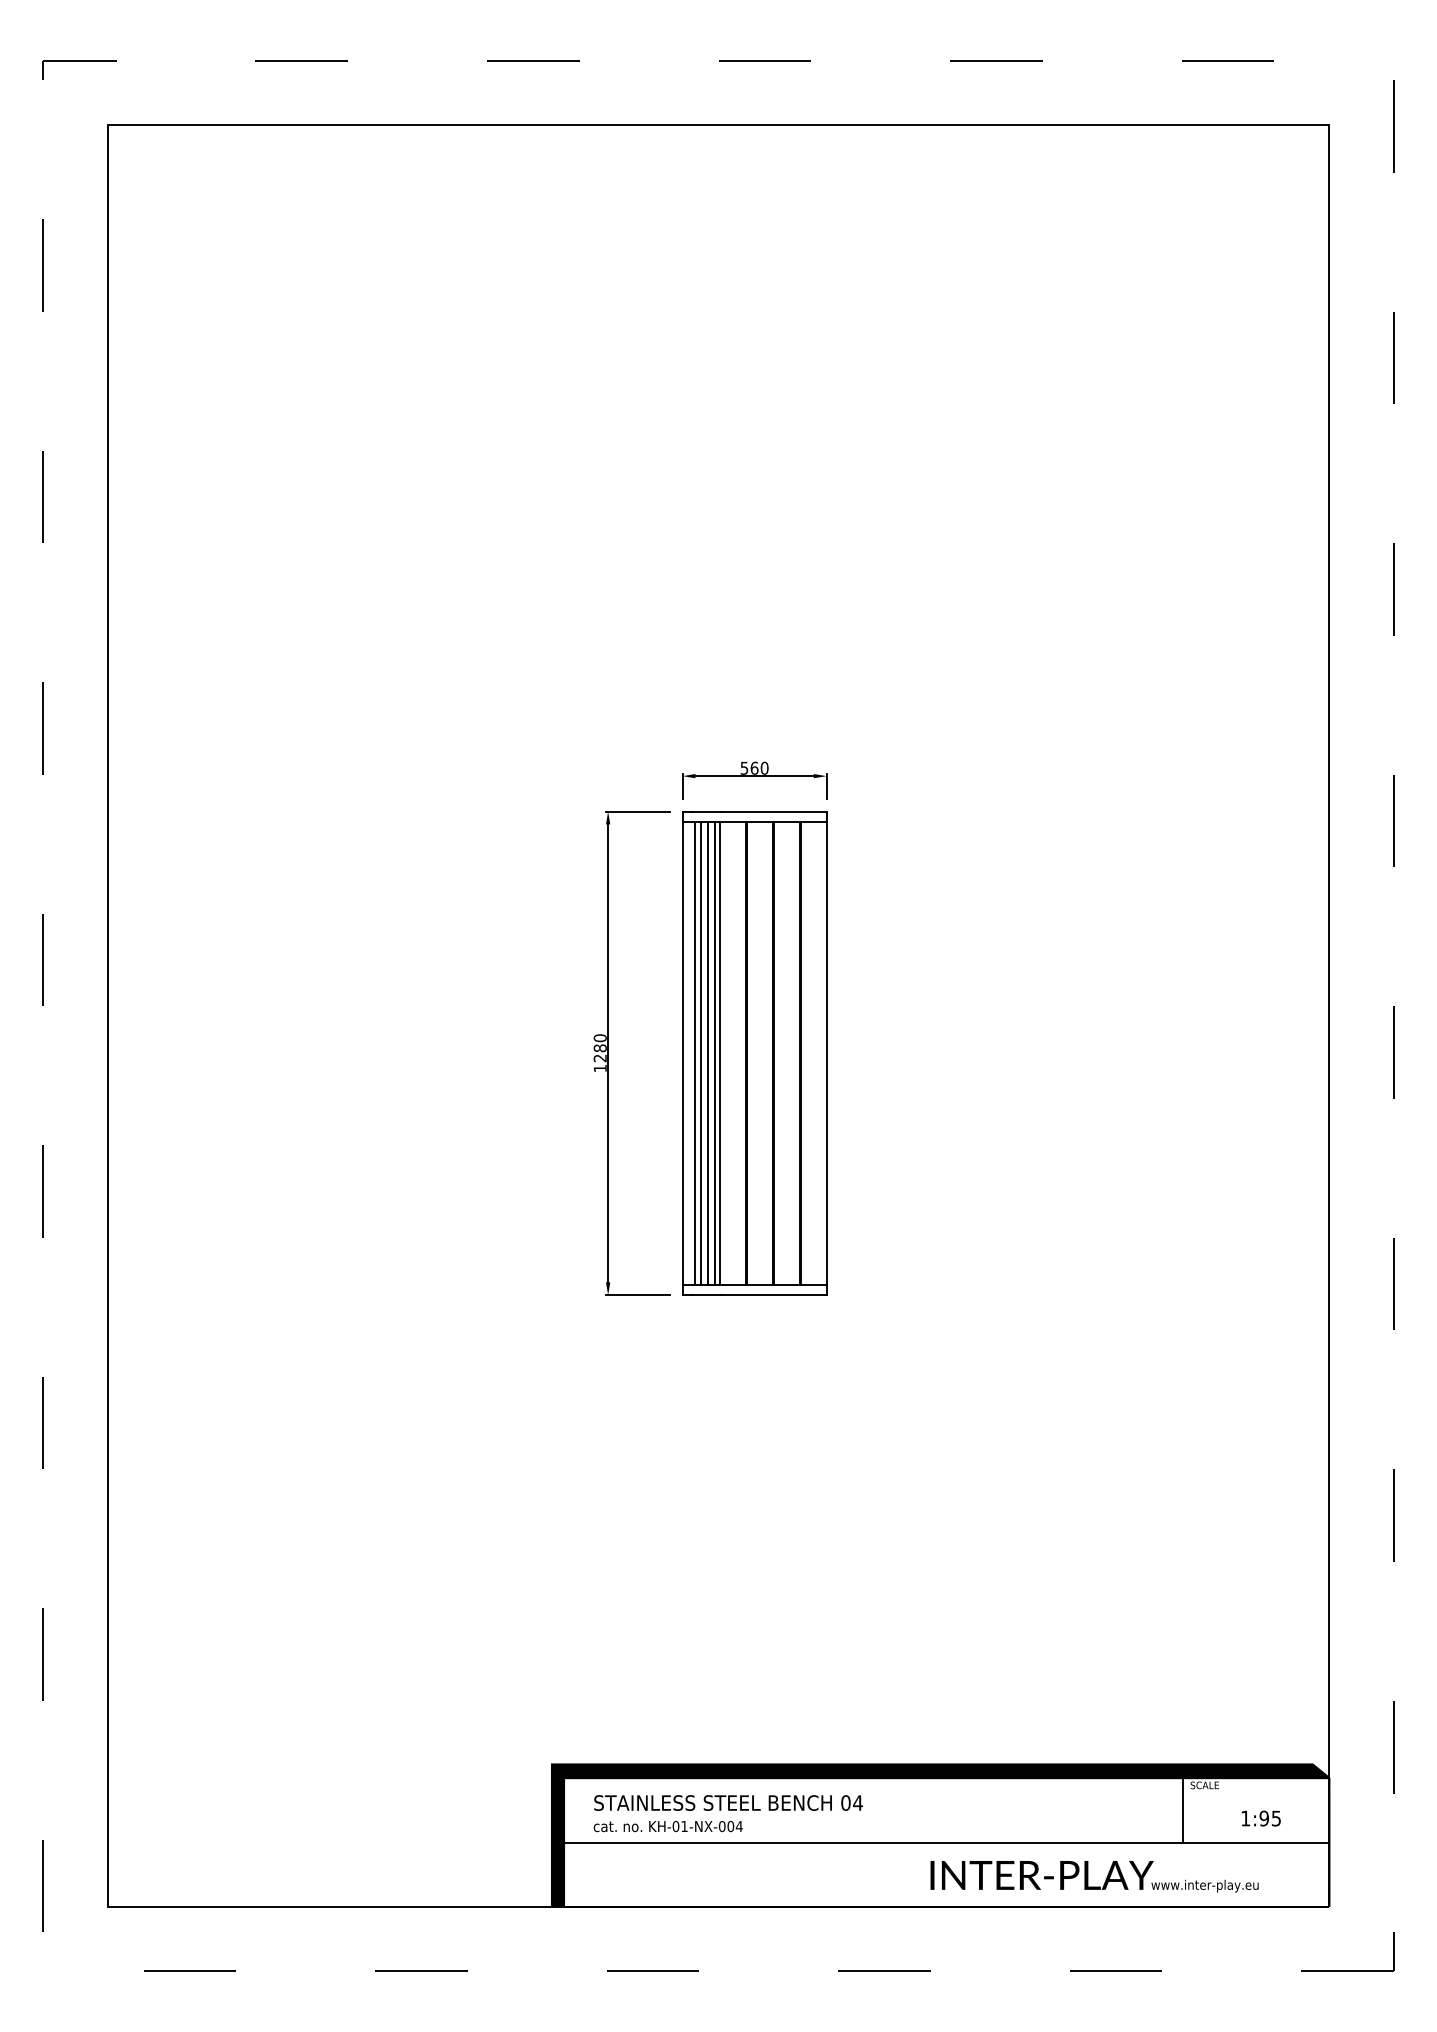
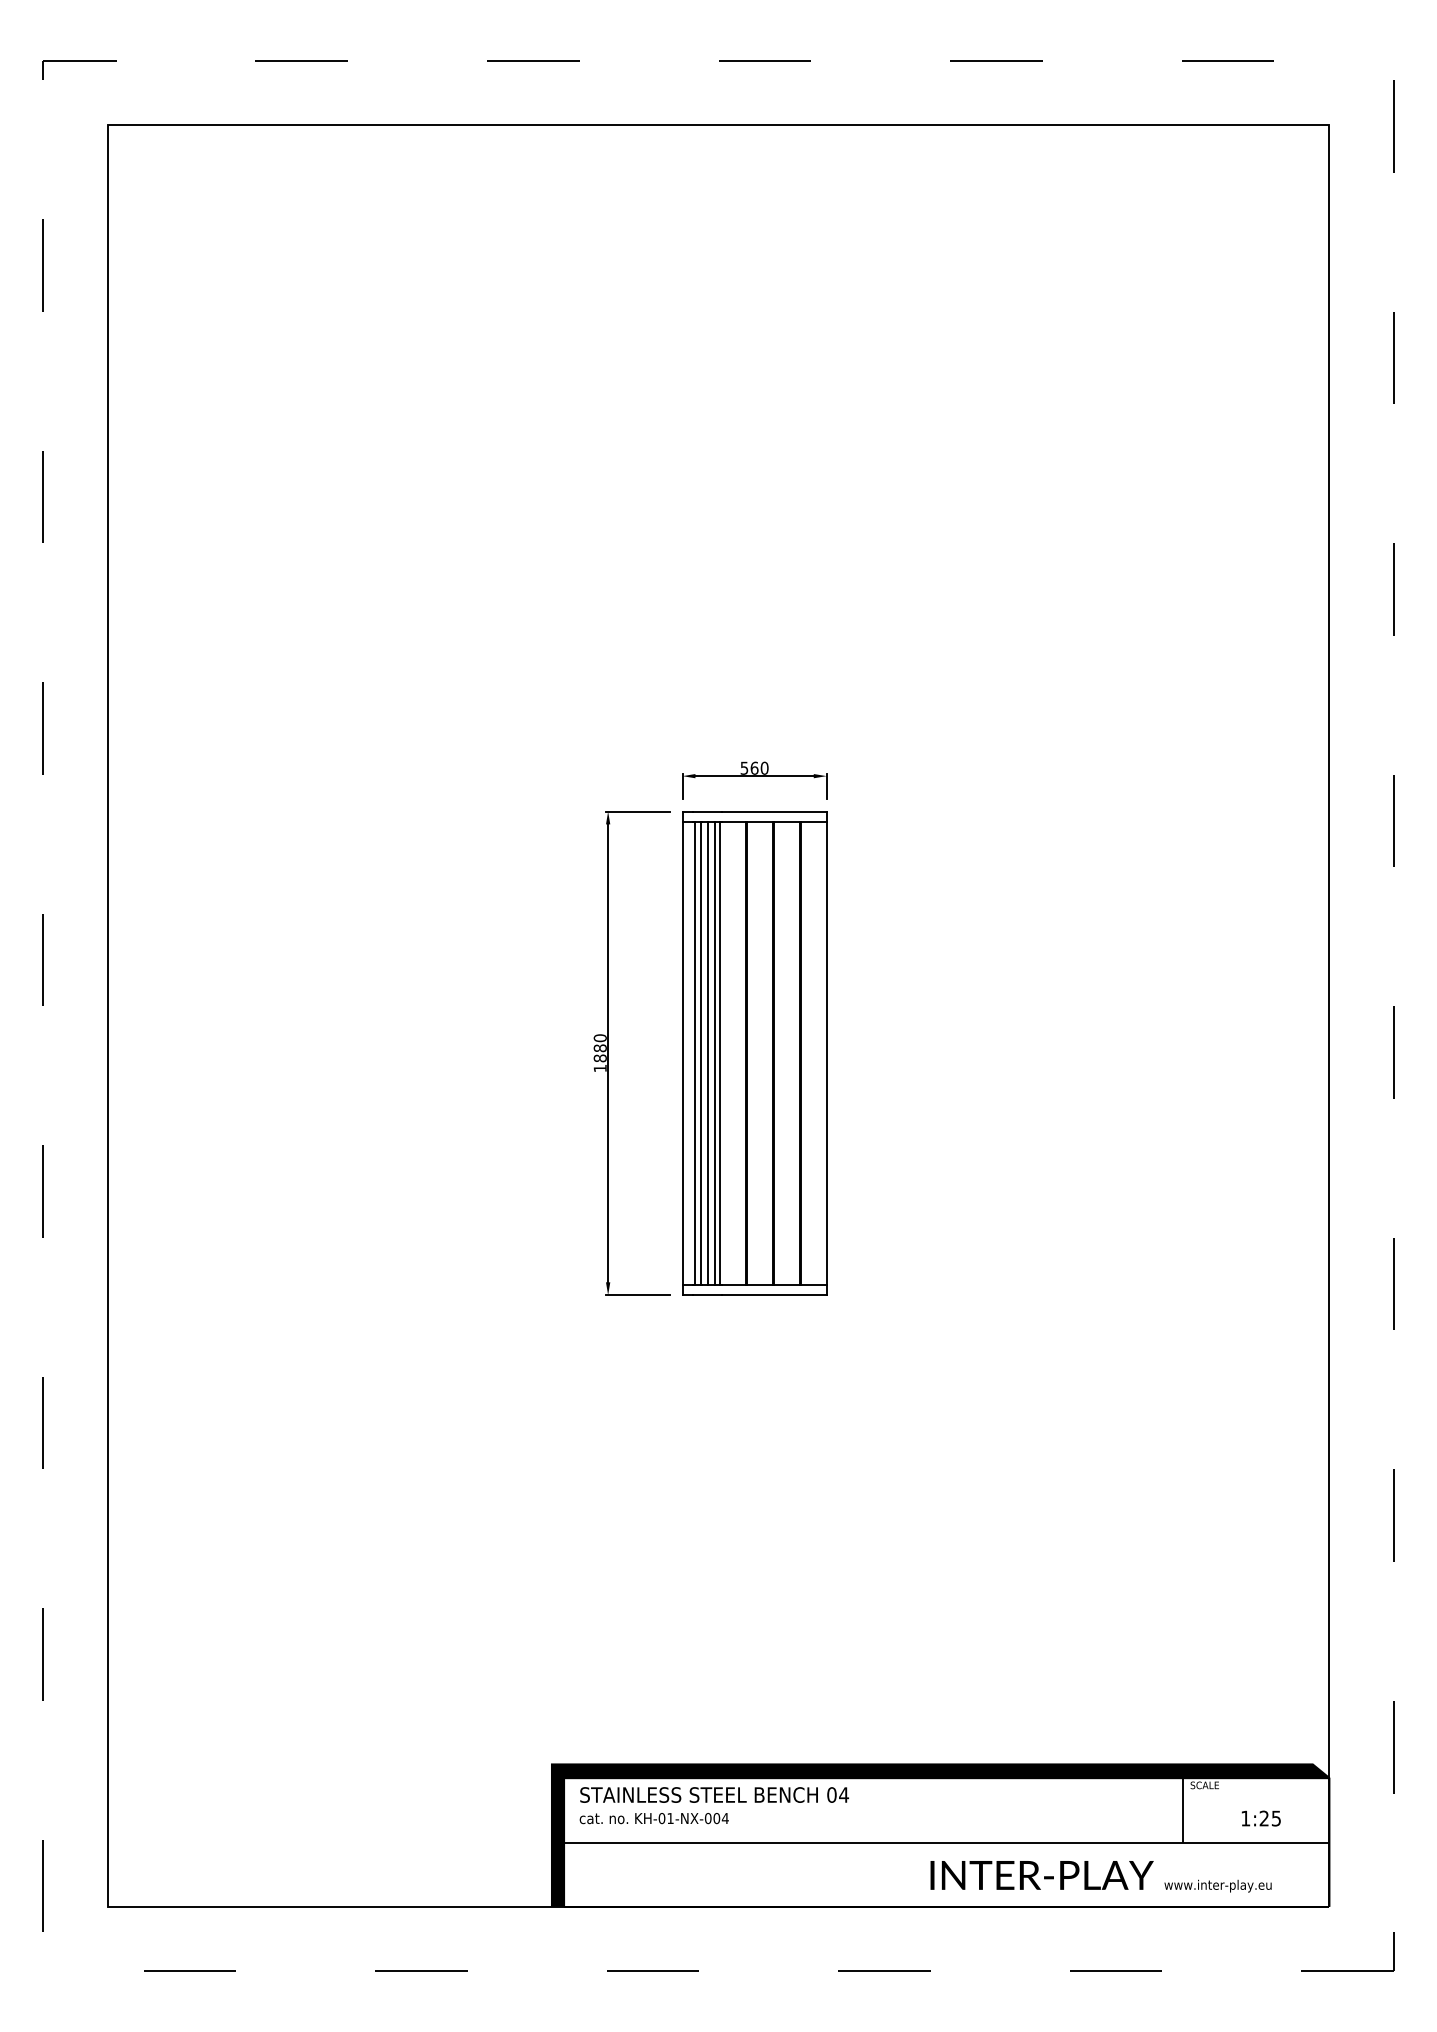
text at (599, 1058): 1280 -> 1880
text at (727, 1813) position: (727, 1813) -> (713, 1805)
text at (1263, 1818): 1:95 -> 1:25
text at (1204, 1885) position: (1204, 1885) -> (1217, 1885)
